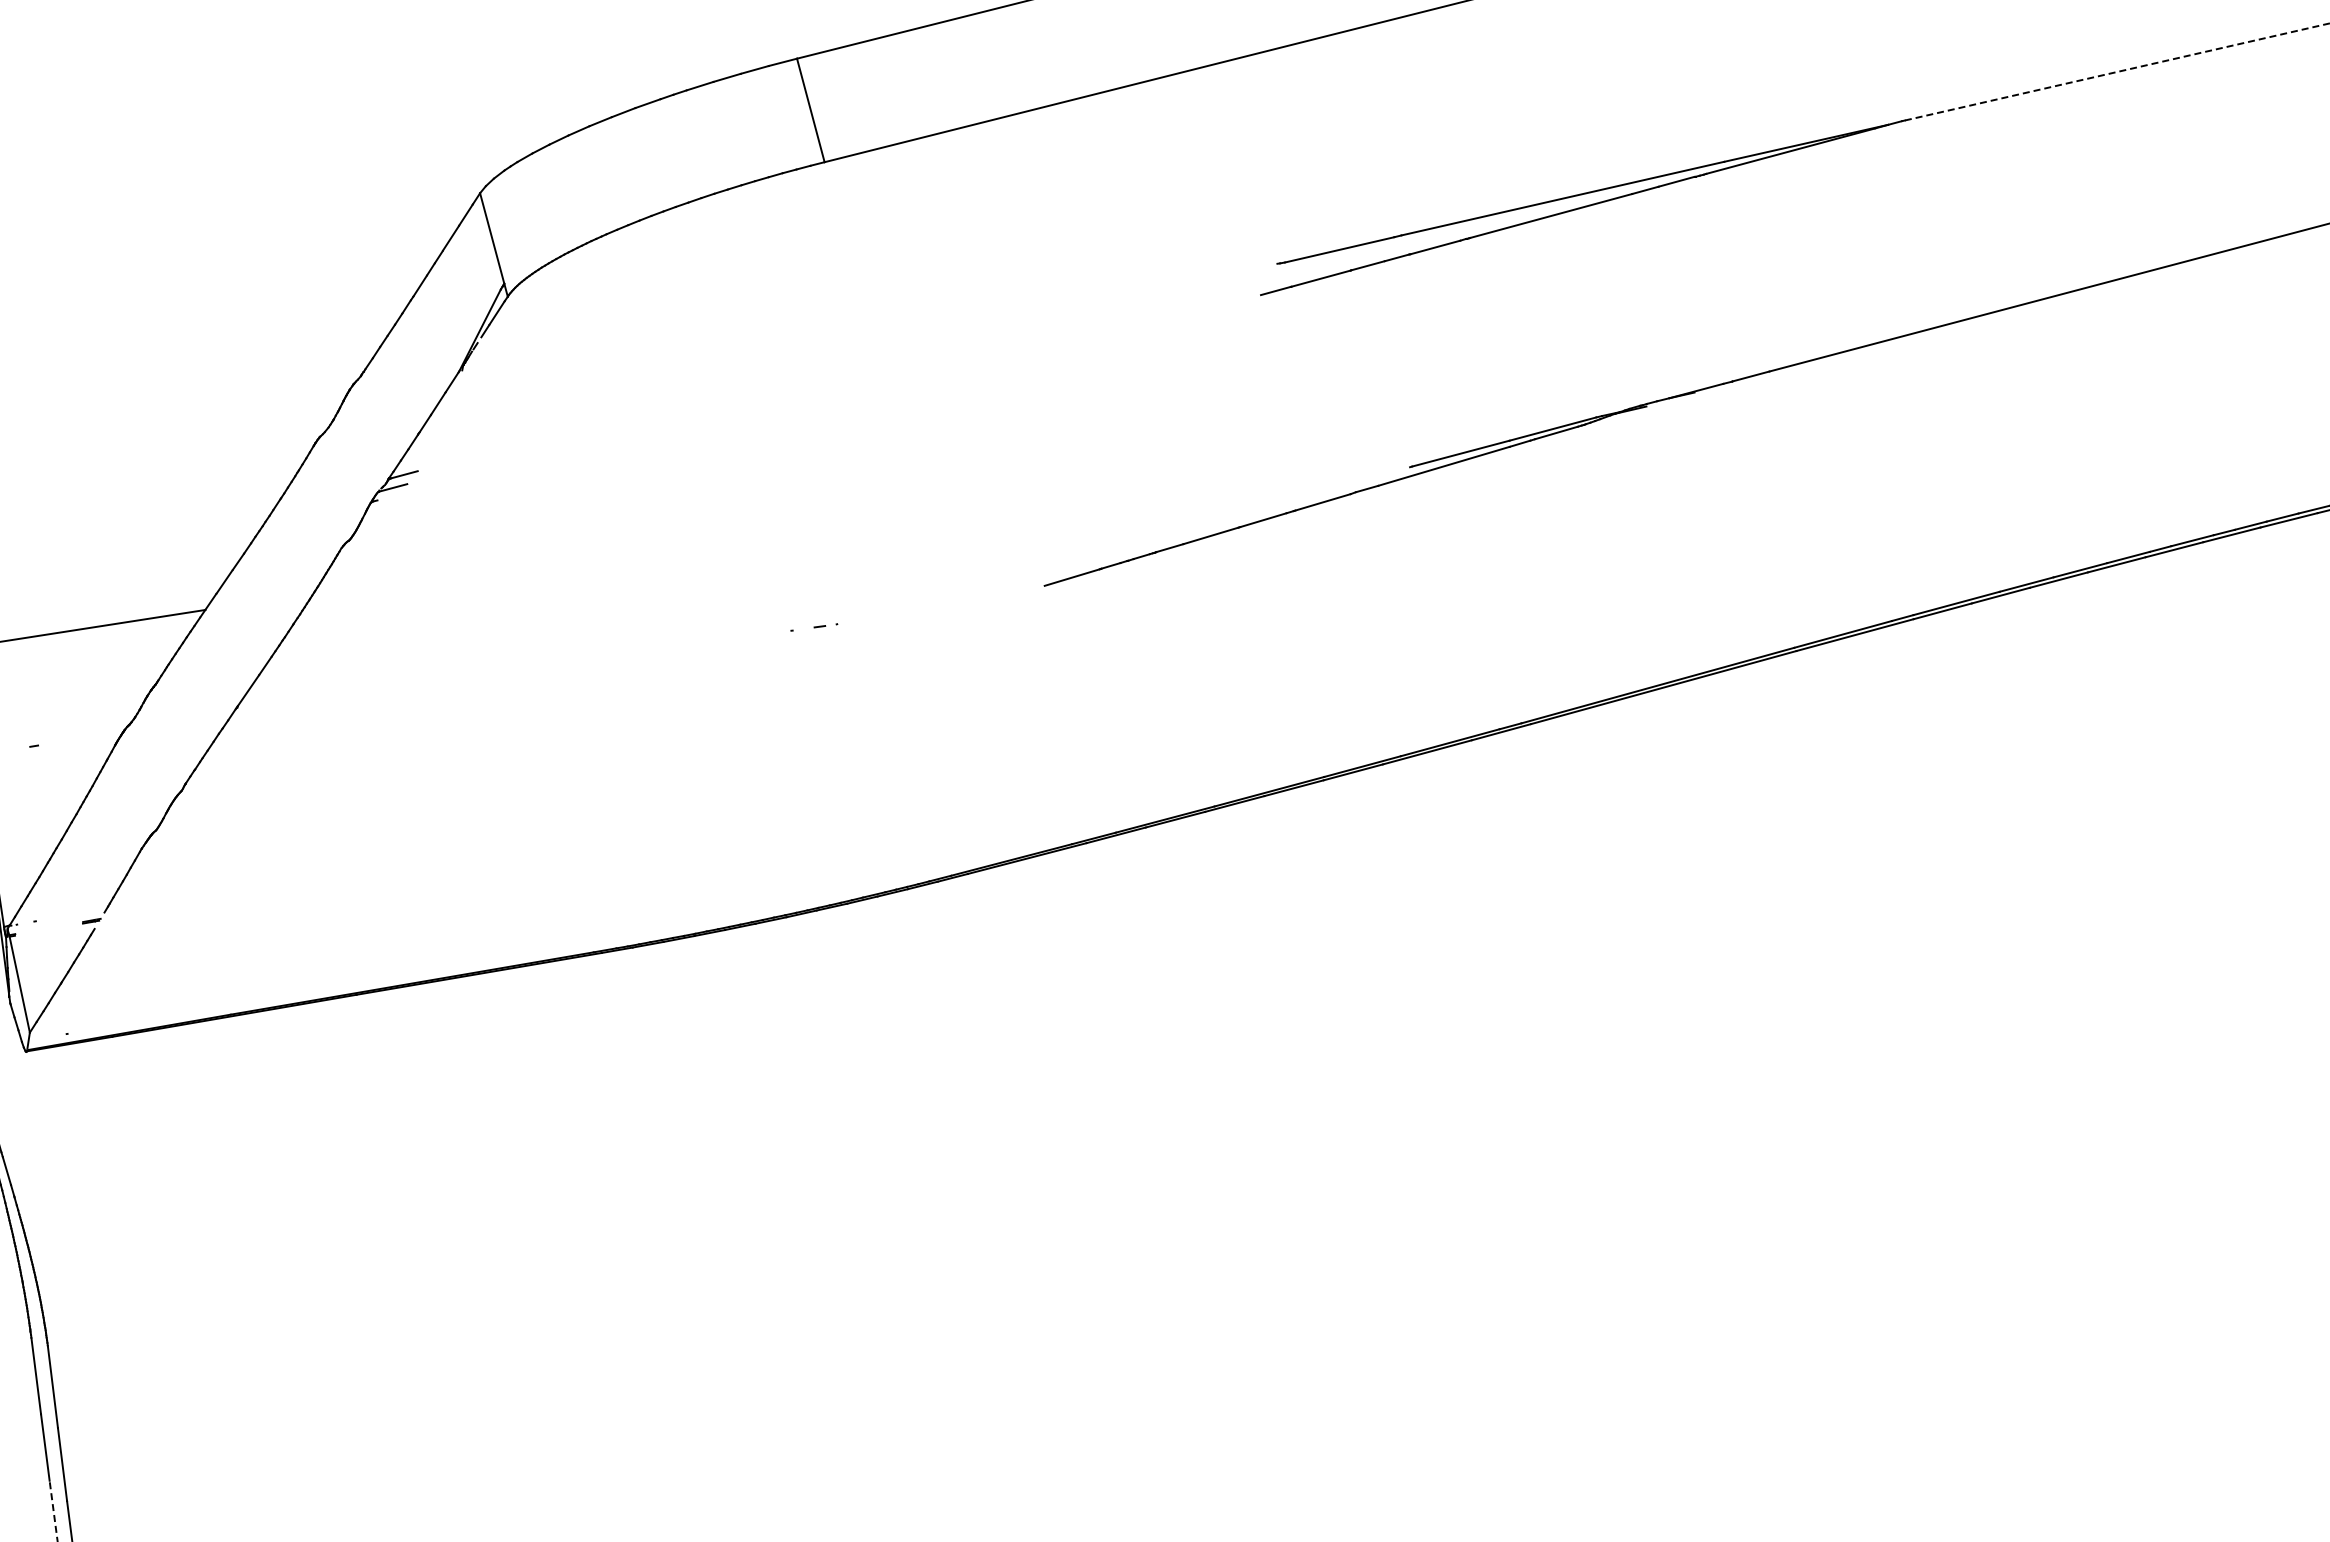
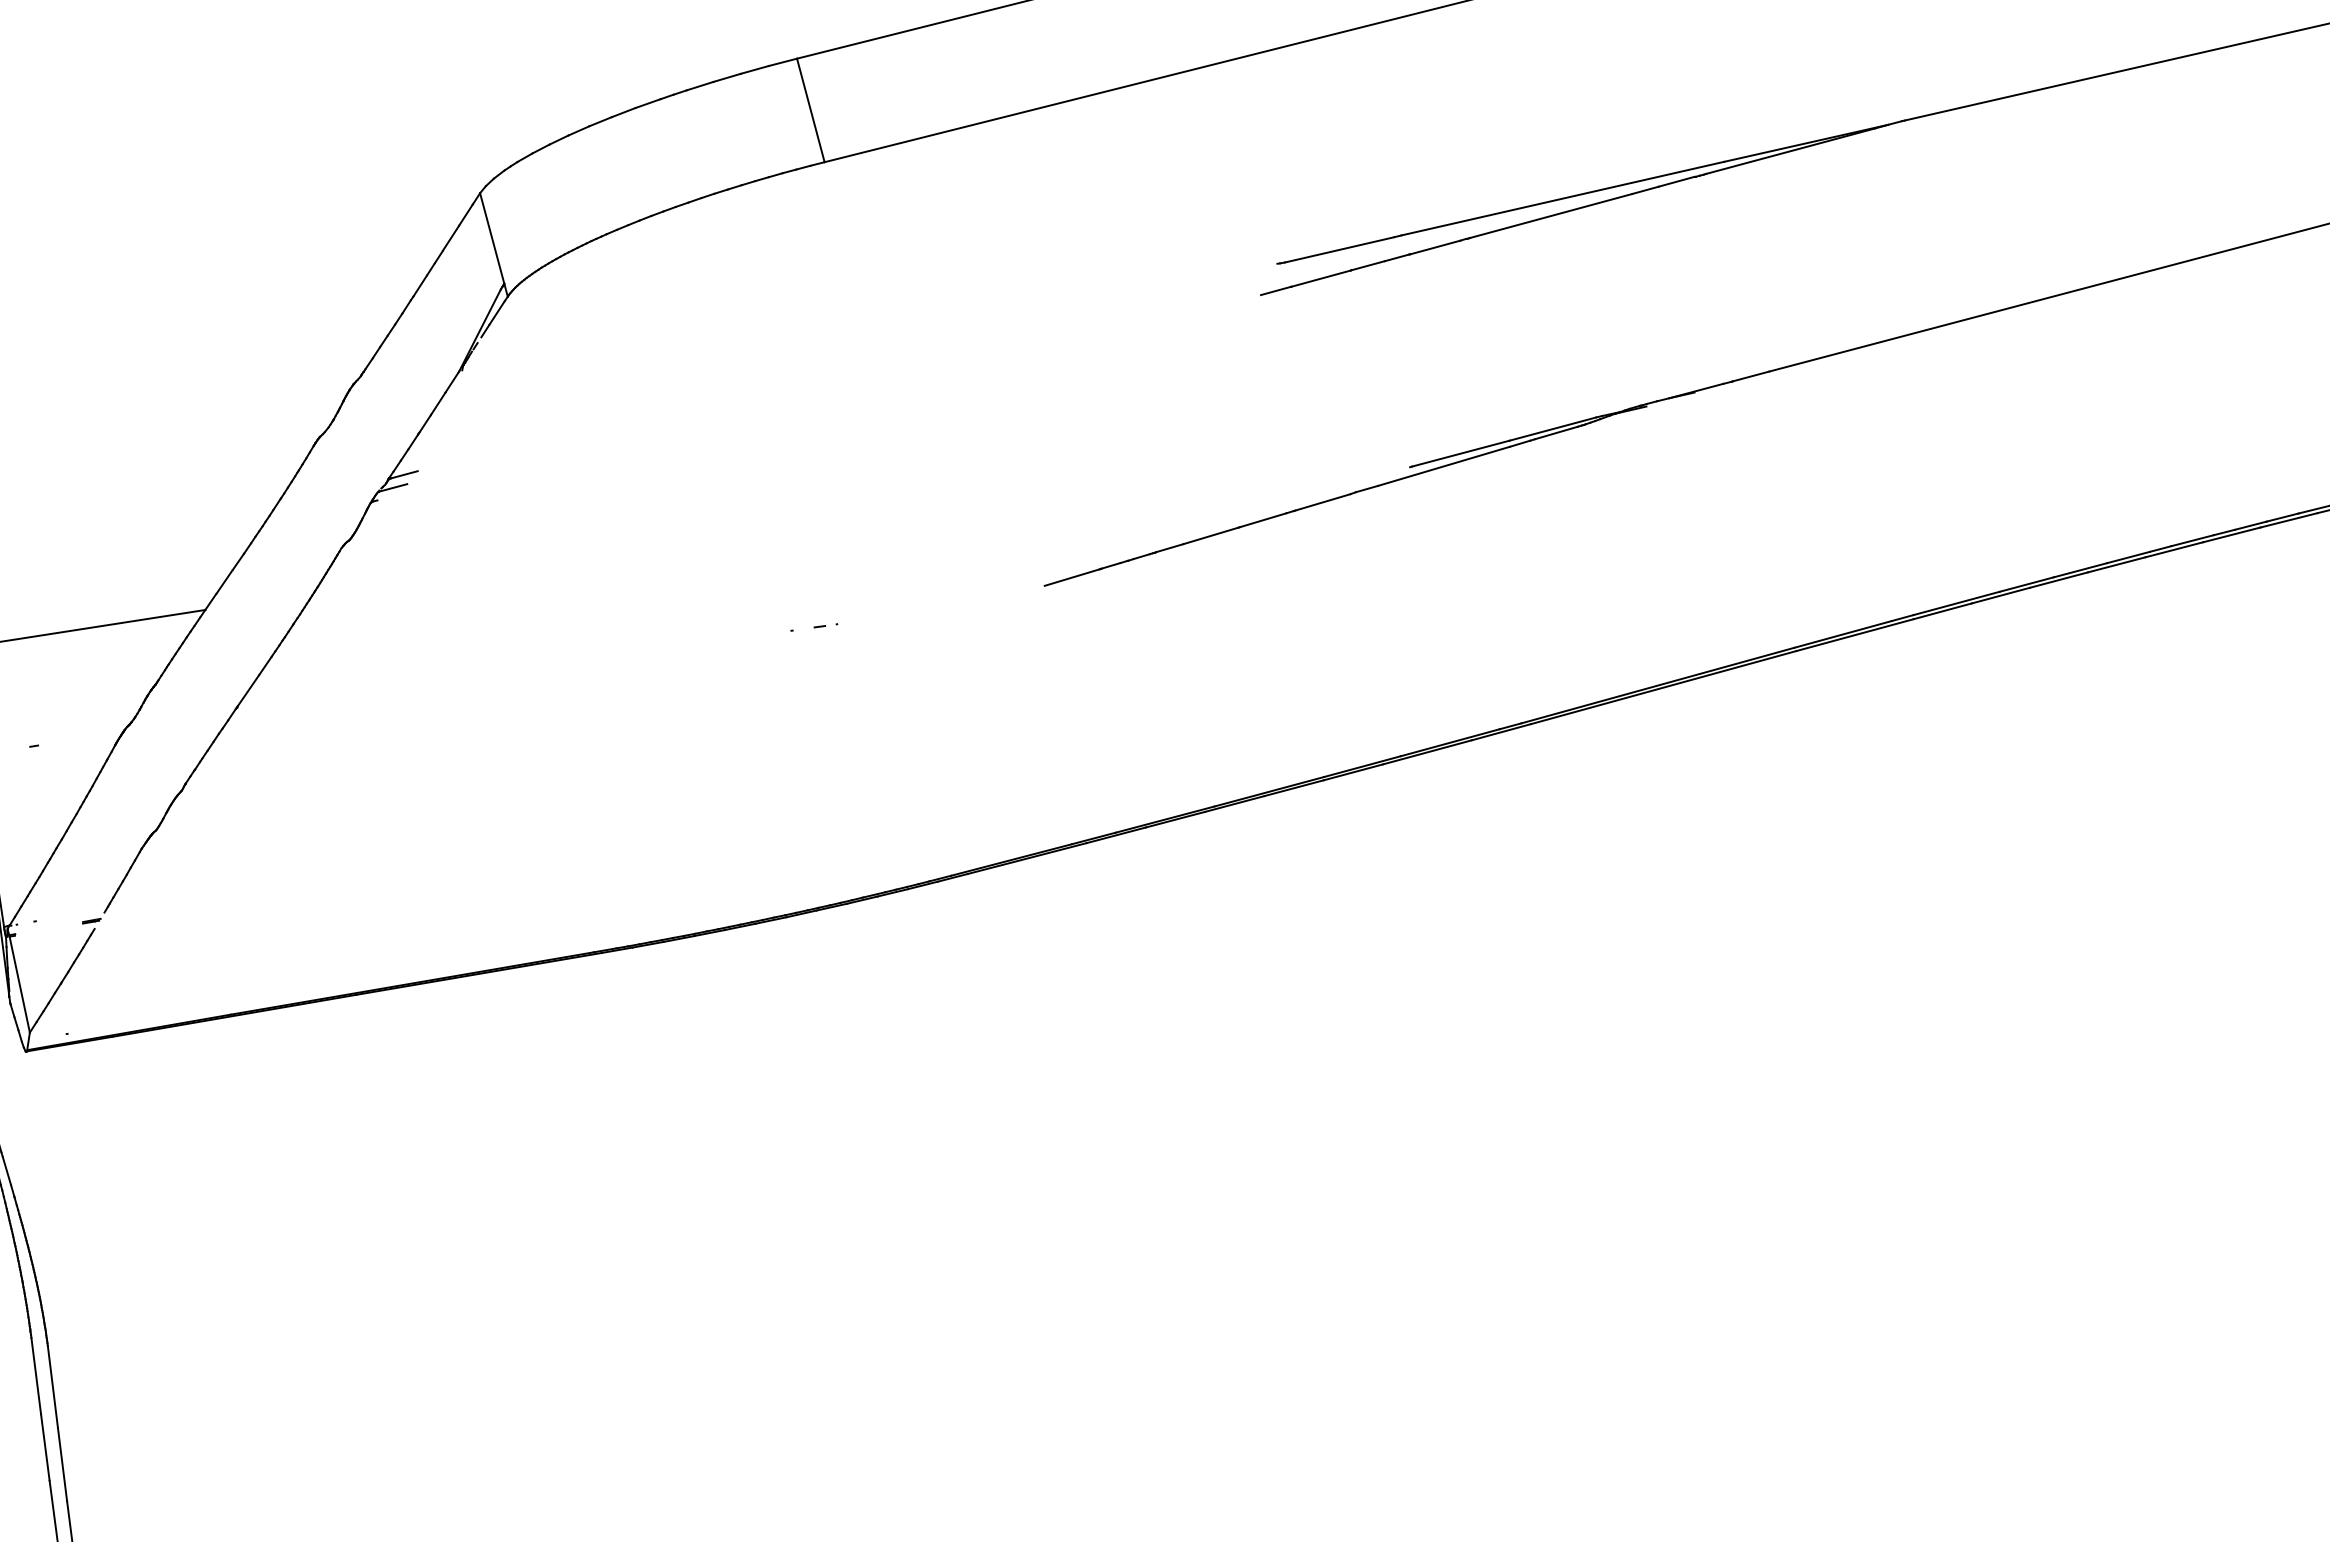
line at (2117, 71): dashed -> solid
line at (53, 1511): dashed -> solid
